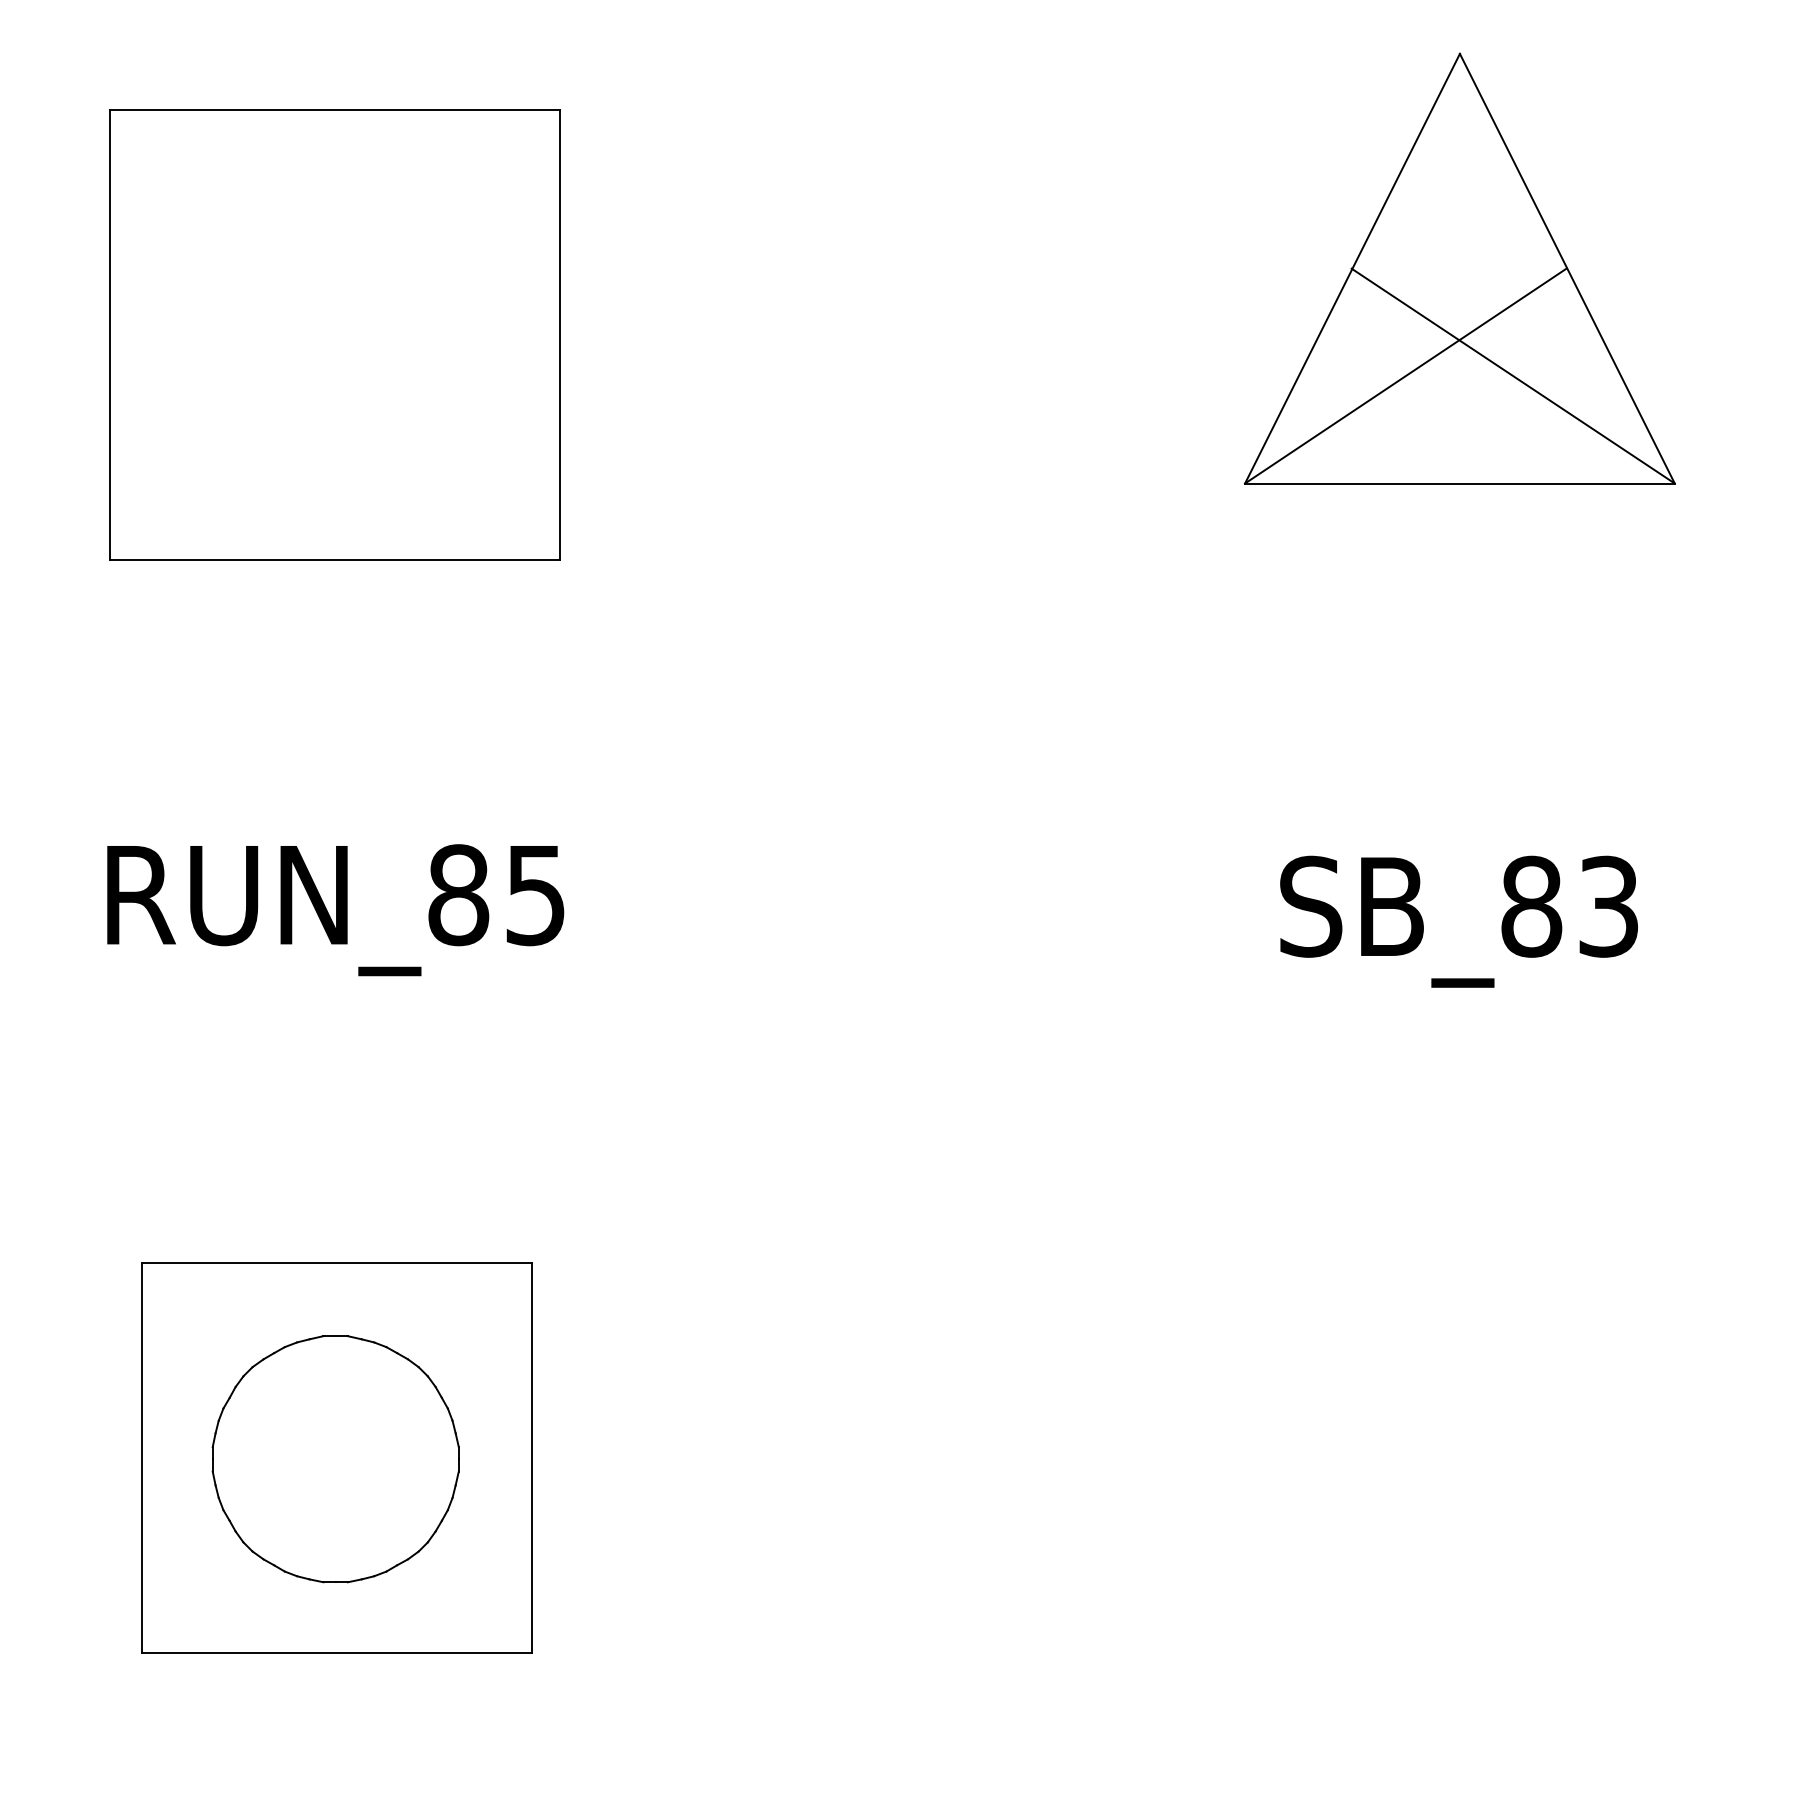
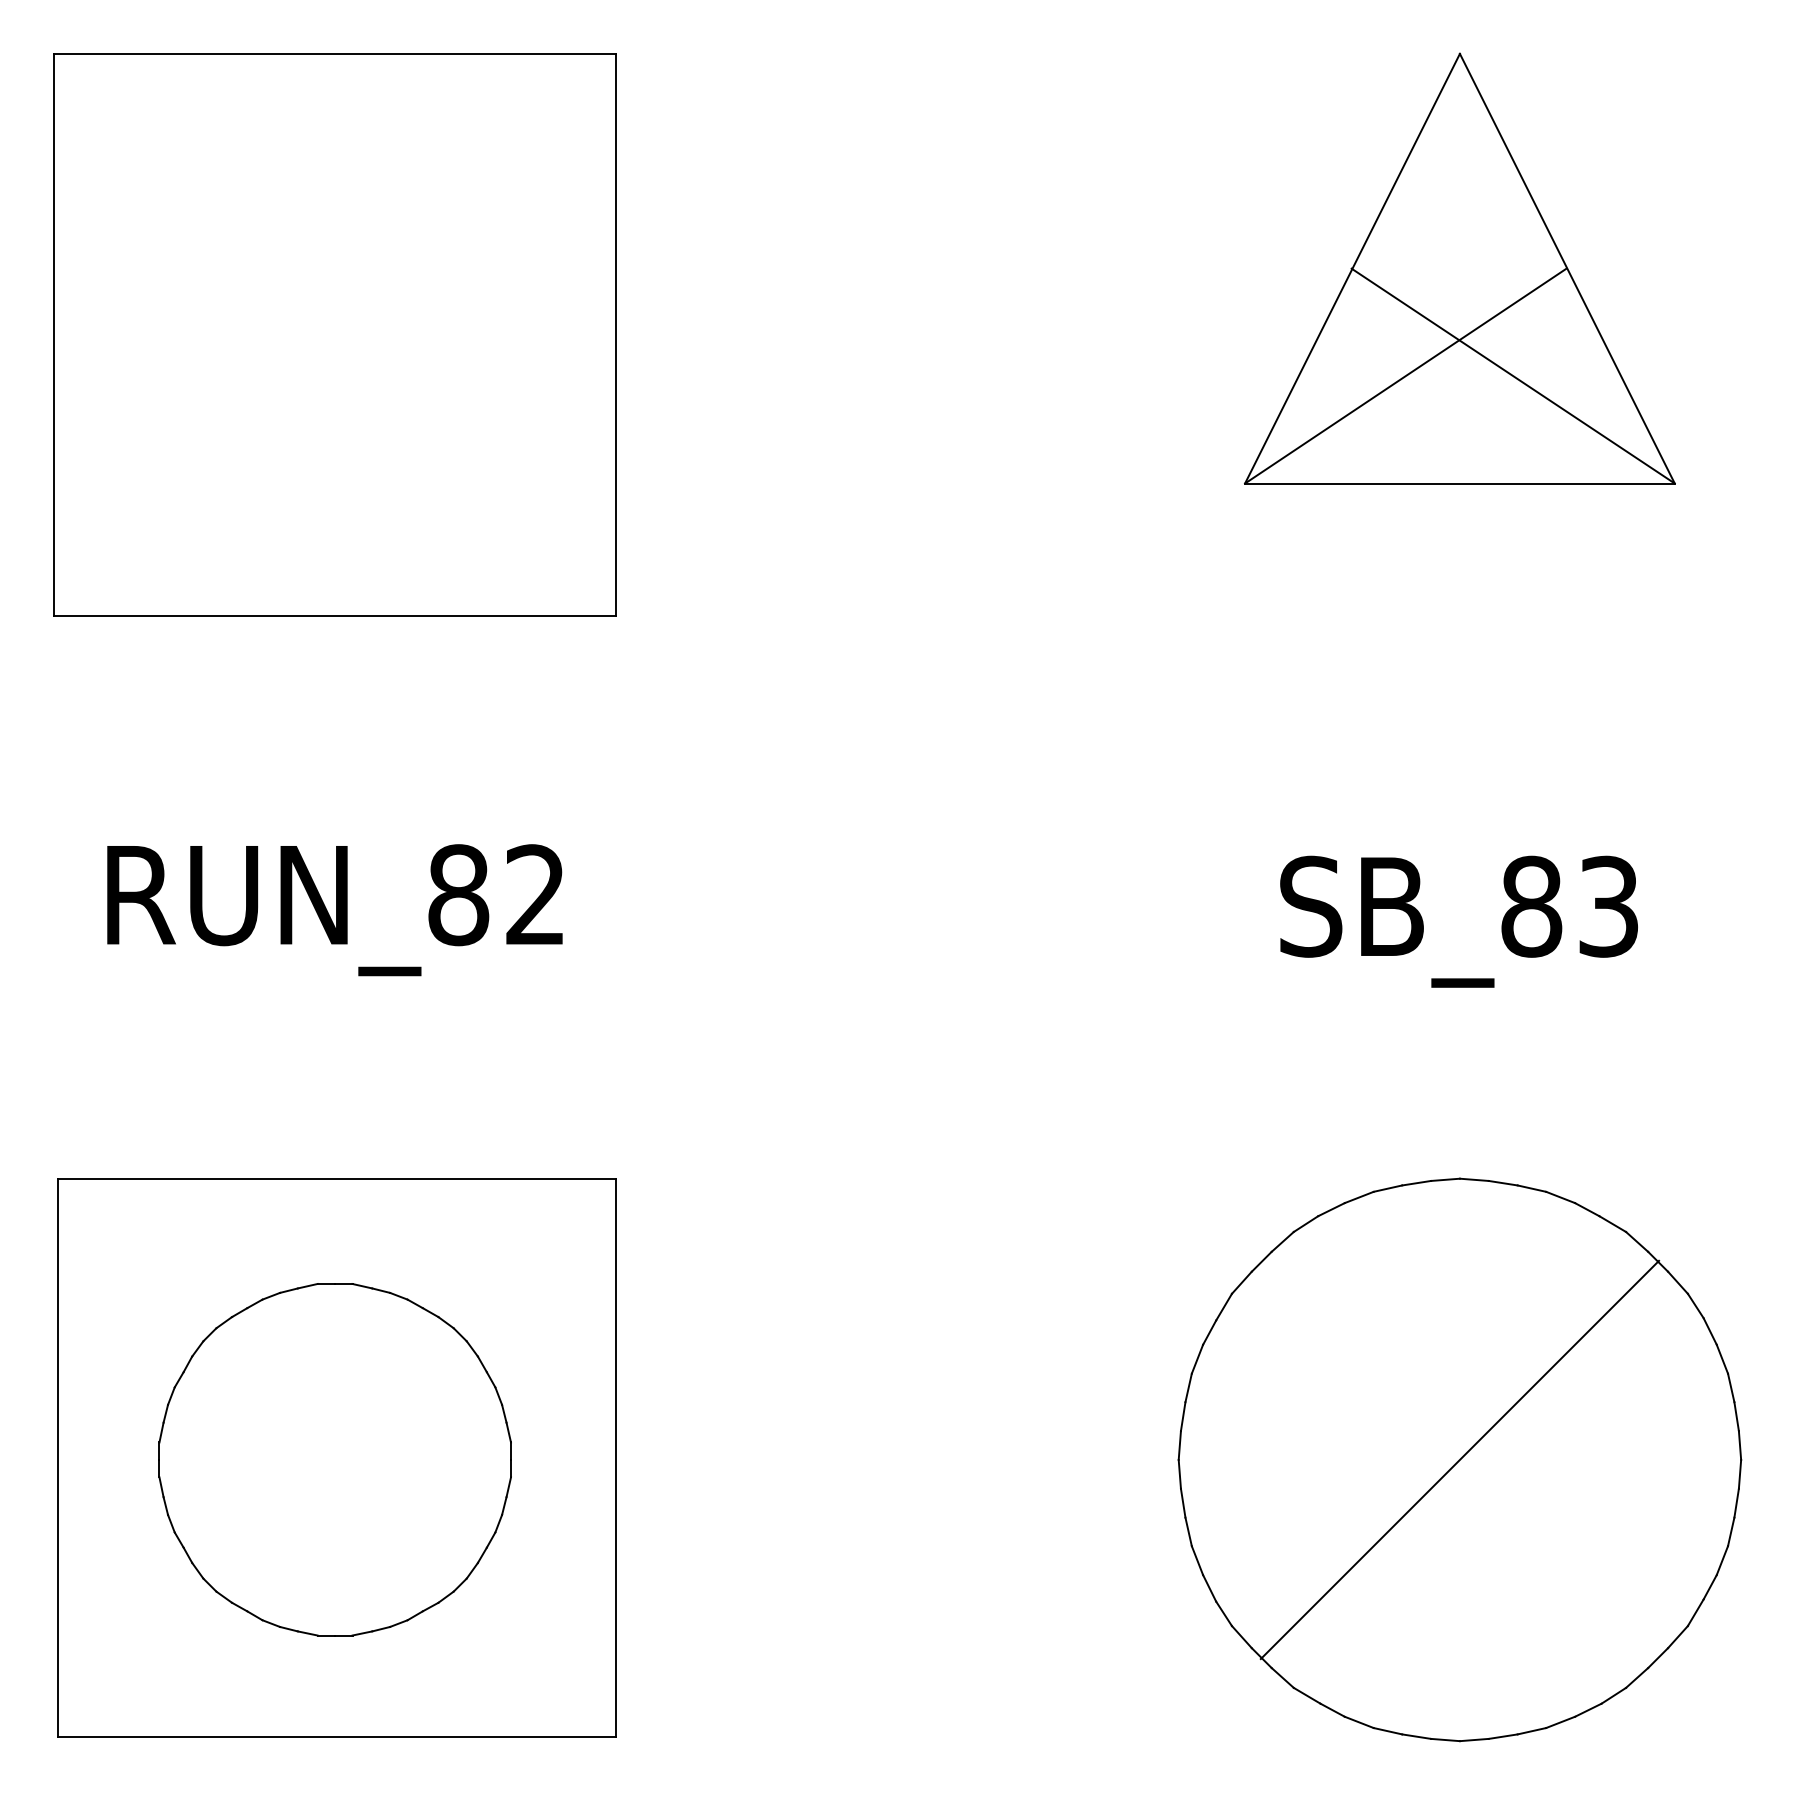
part at (334, 334) size: 452x452 px -> 564x564 px
text at (535, 895): RUN_85 -> RUN_82
part at (336, 1457) size: 392x392 px -> 560x560 px
part at (1459, 1459): none -> present
